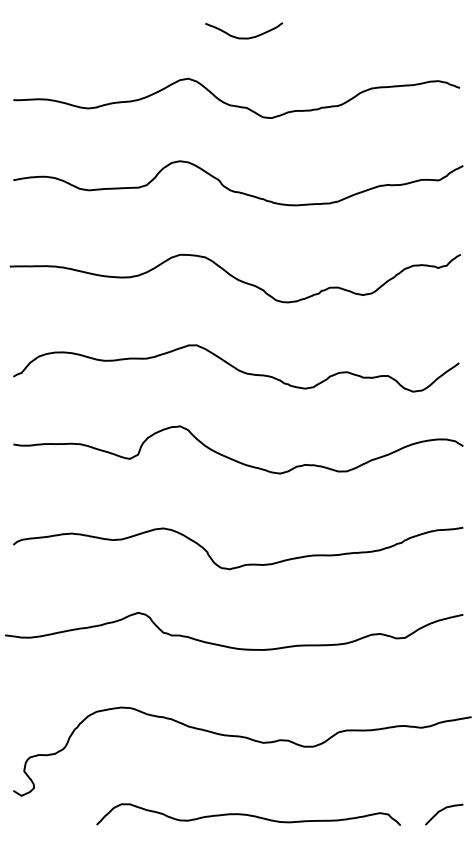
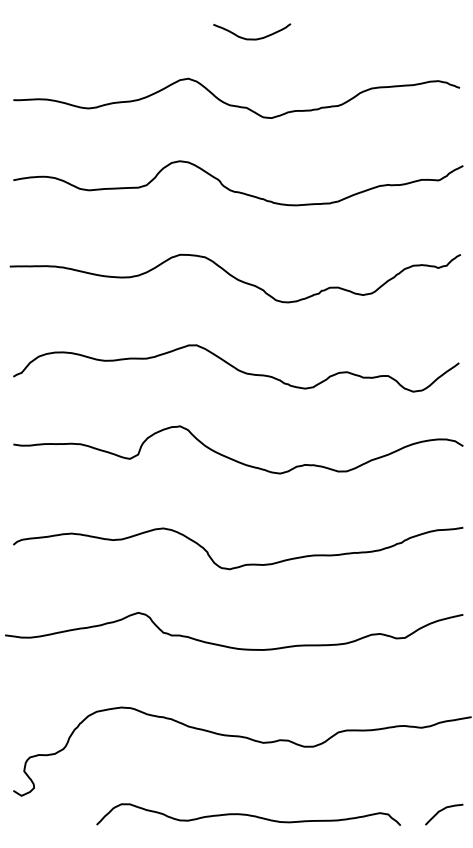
curve at (244, 37) position: (244, 37) -> (252, 38)
